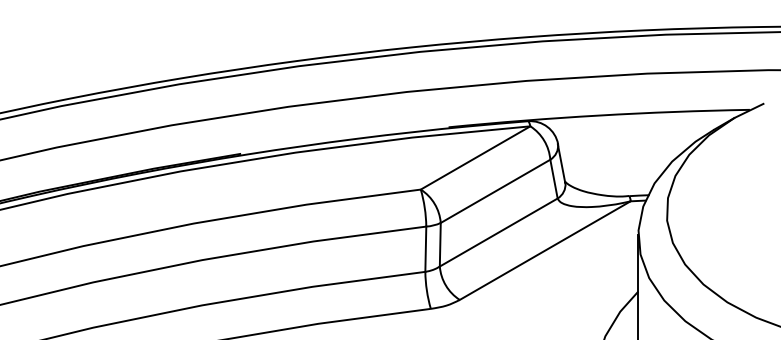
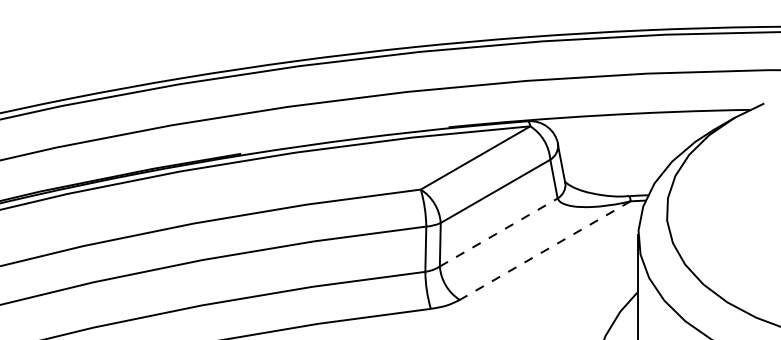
line at (499, 232): solid -> dashed
line at (545, 250): solid -> dashed
